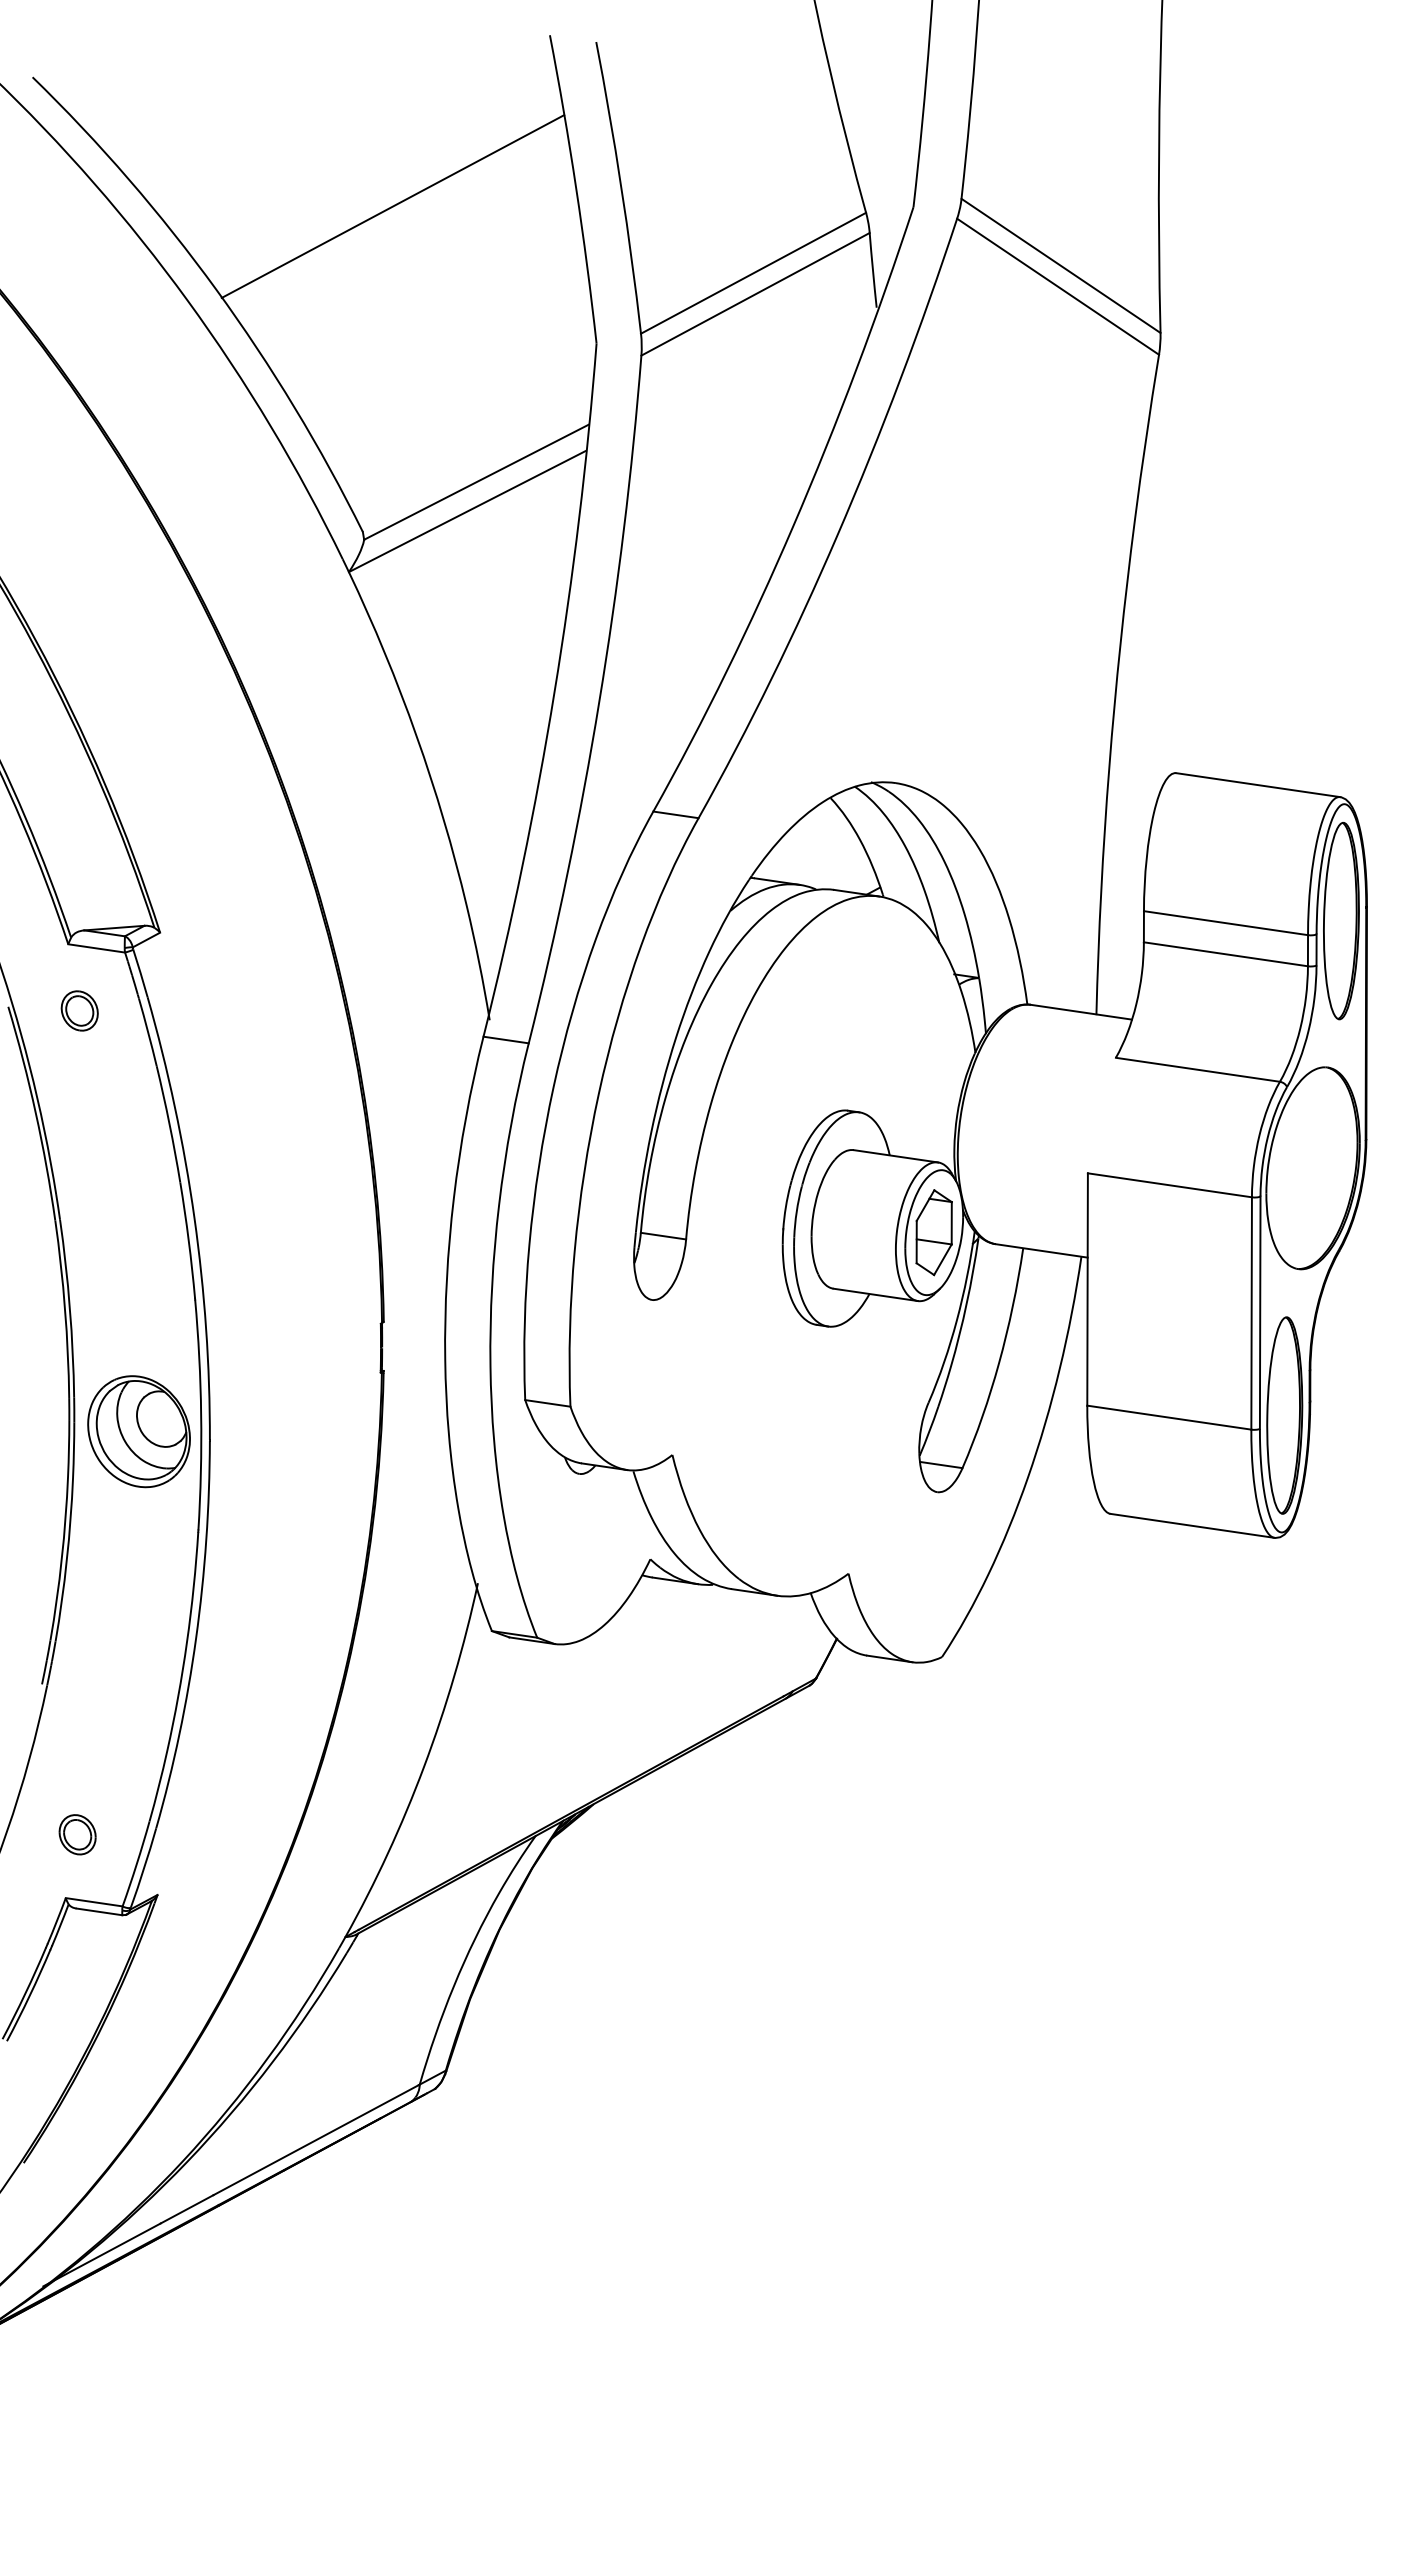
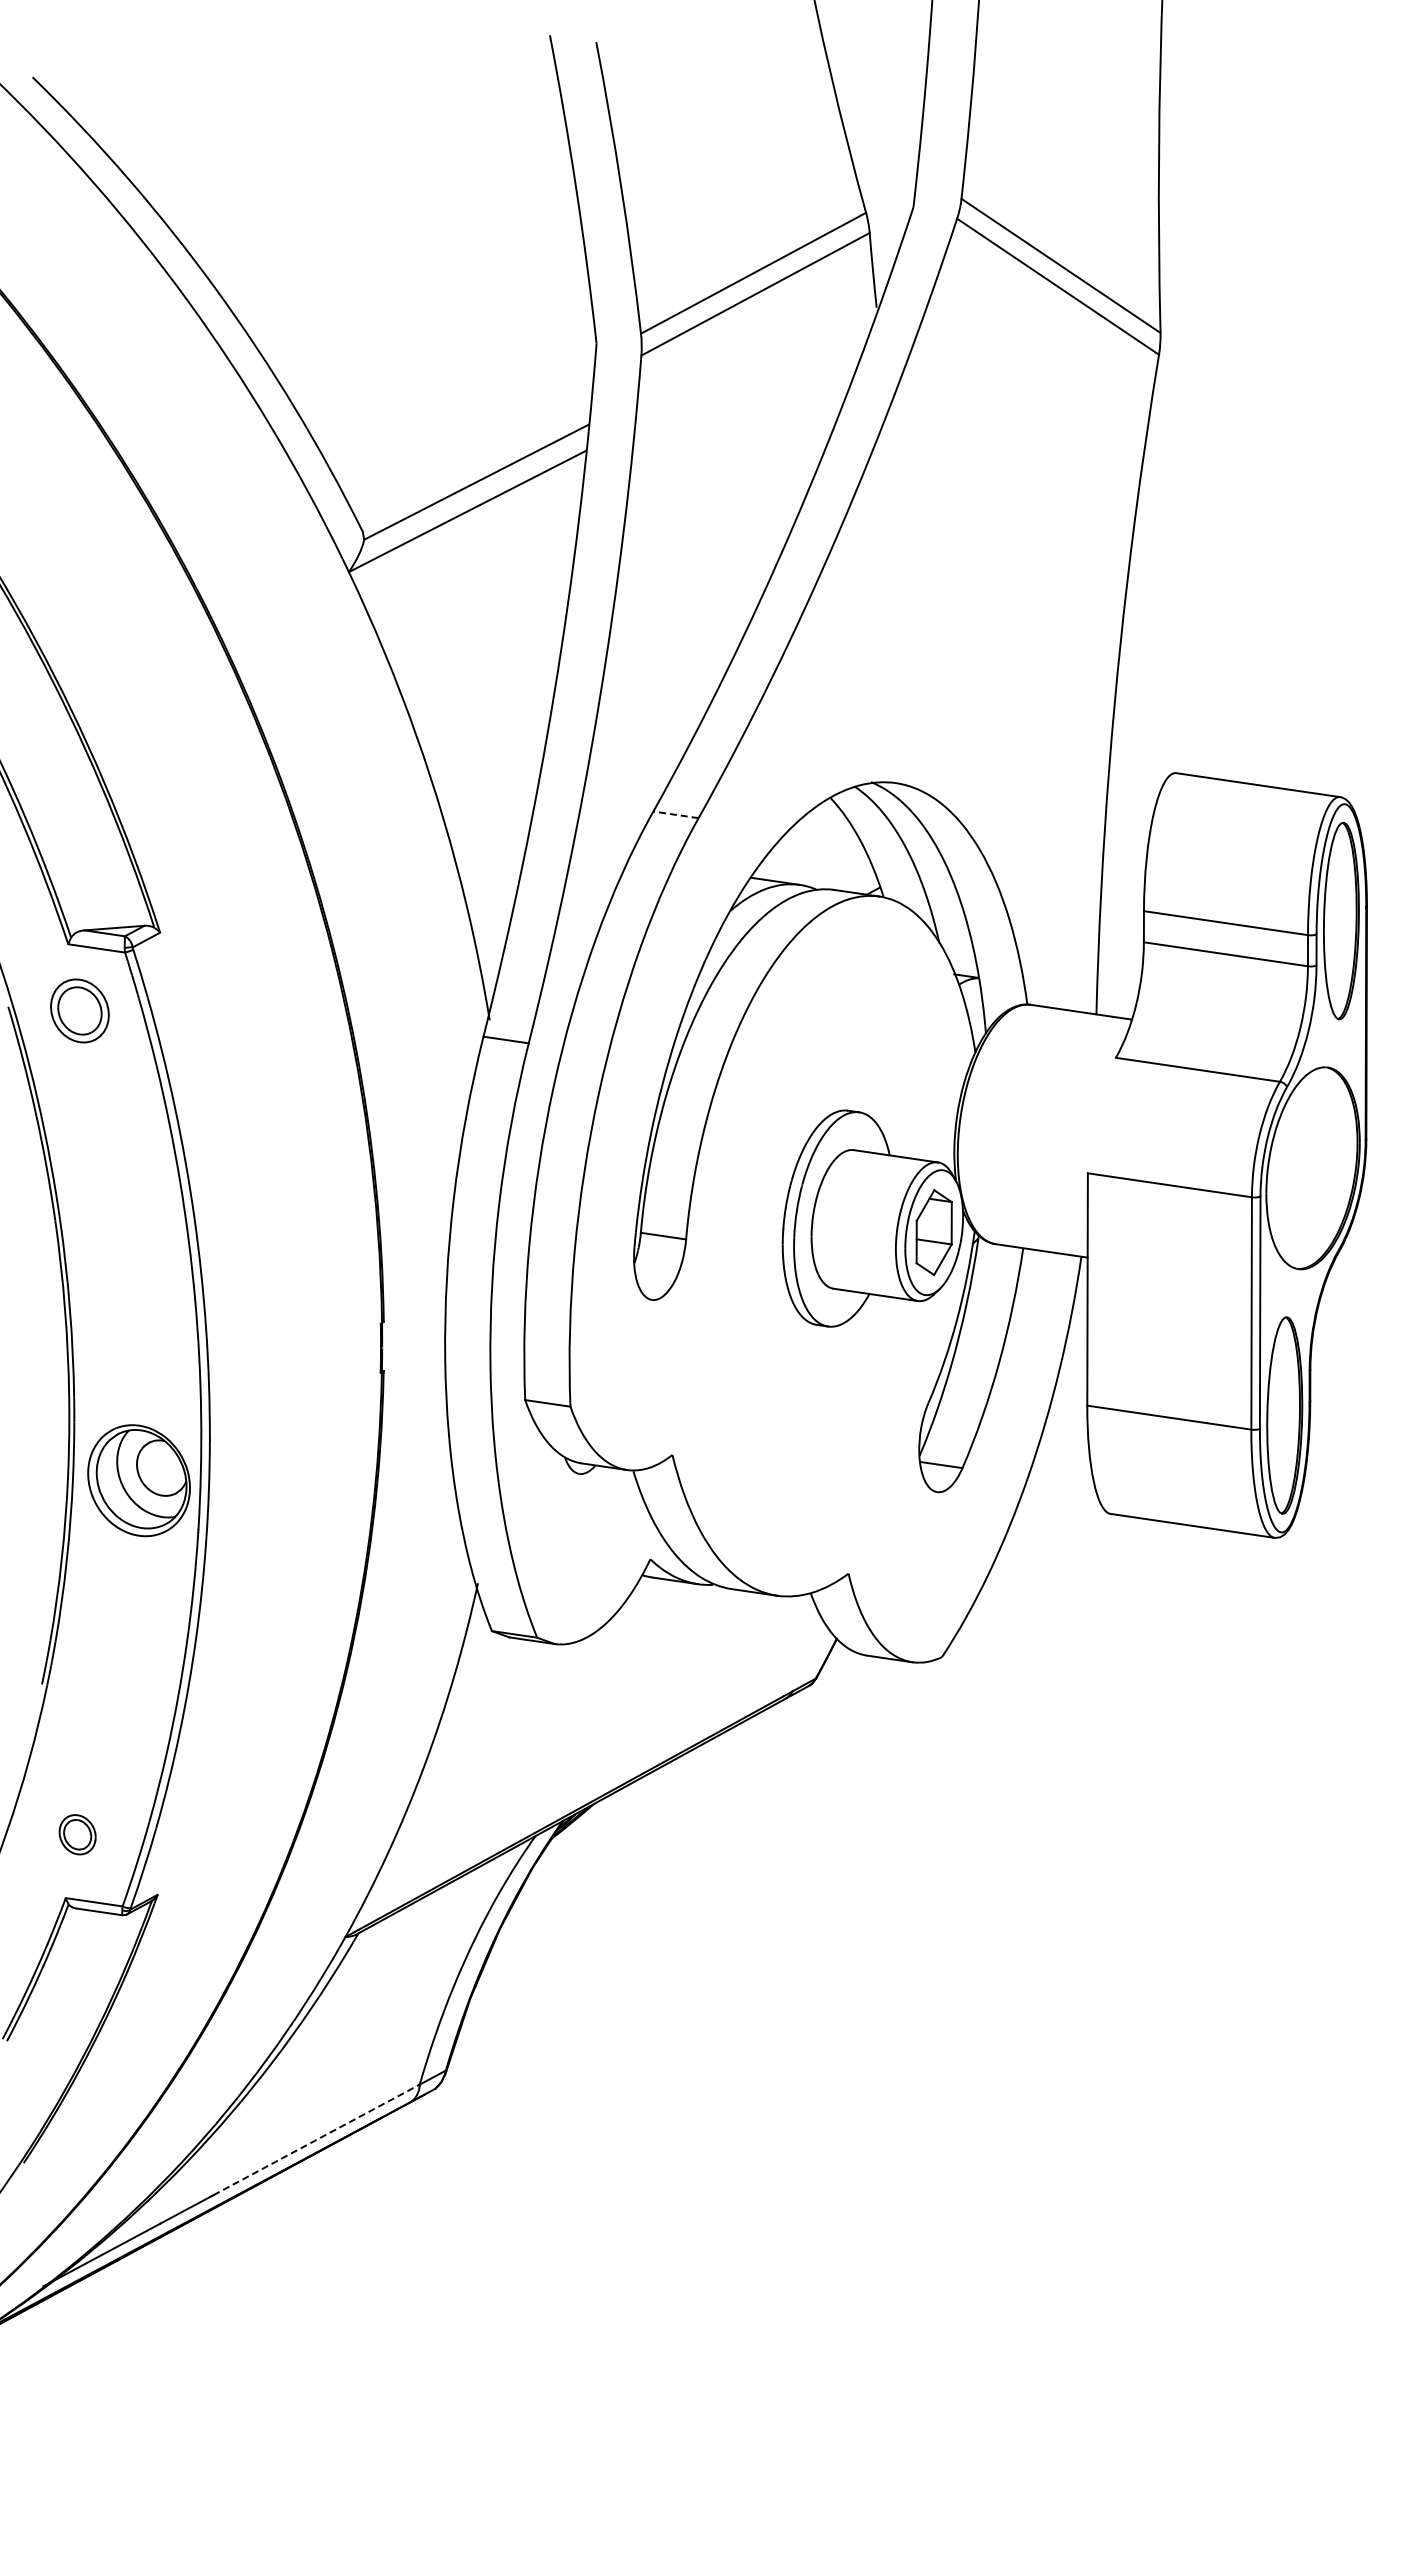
line at (392, 206): present -> none
line at (675, 814): solid -> dashed
part at (79, 1010) size: 39x42 px -> 60x66 px
part at (138, 1431) position: (138, 1431) -> (138, 1480)
line at (316, 2139): solid -> dashed
